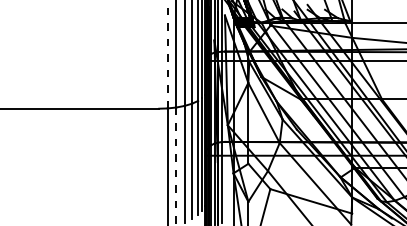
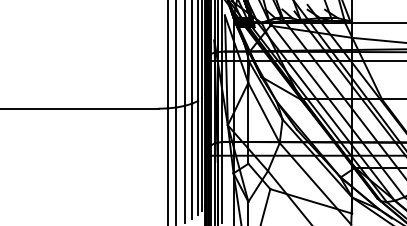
line at (167, 54): dashed -> solid
line at (176, 166): dashed -> solid
